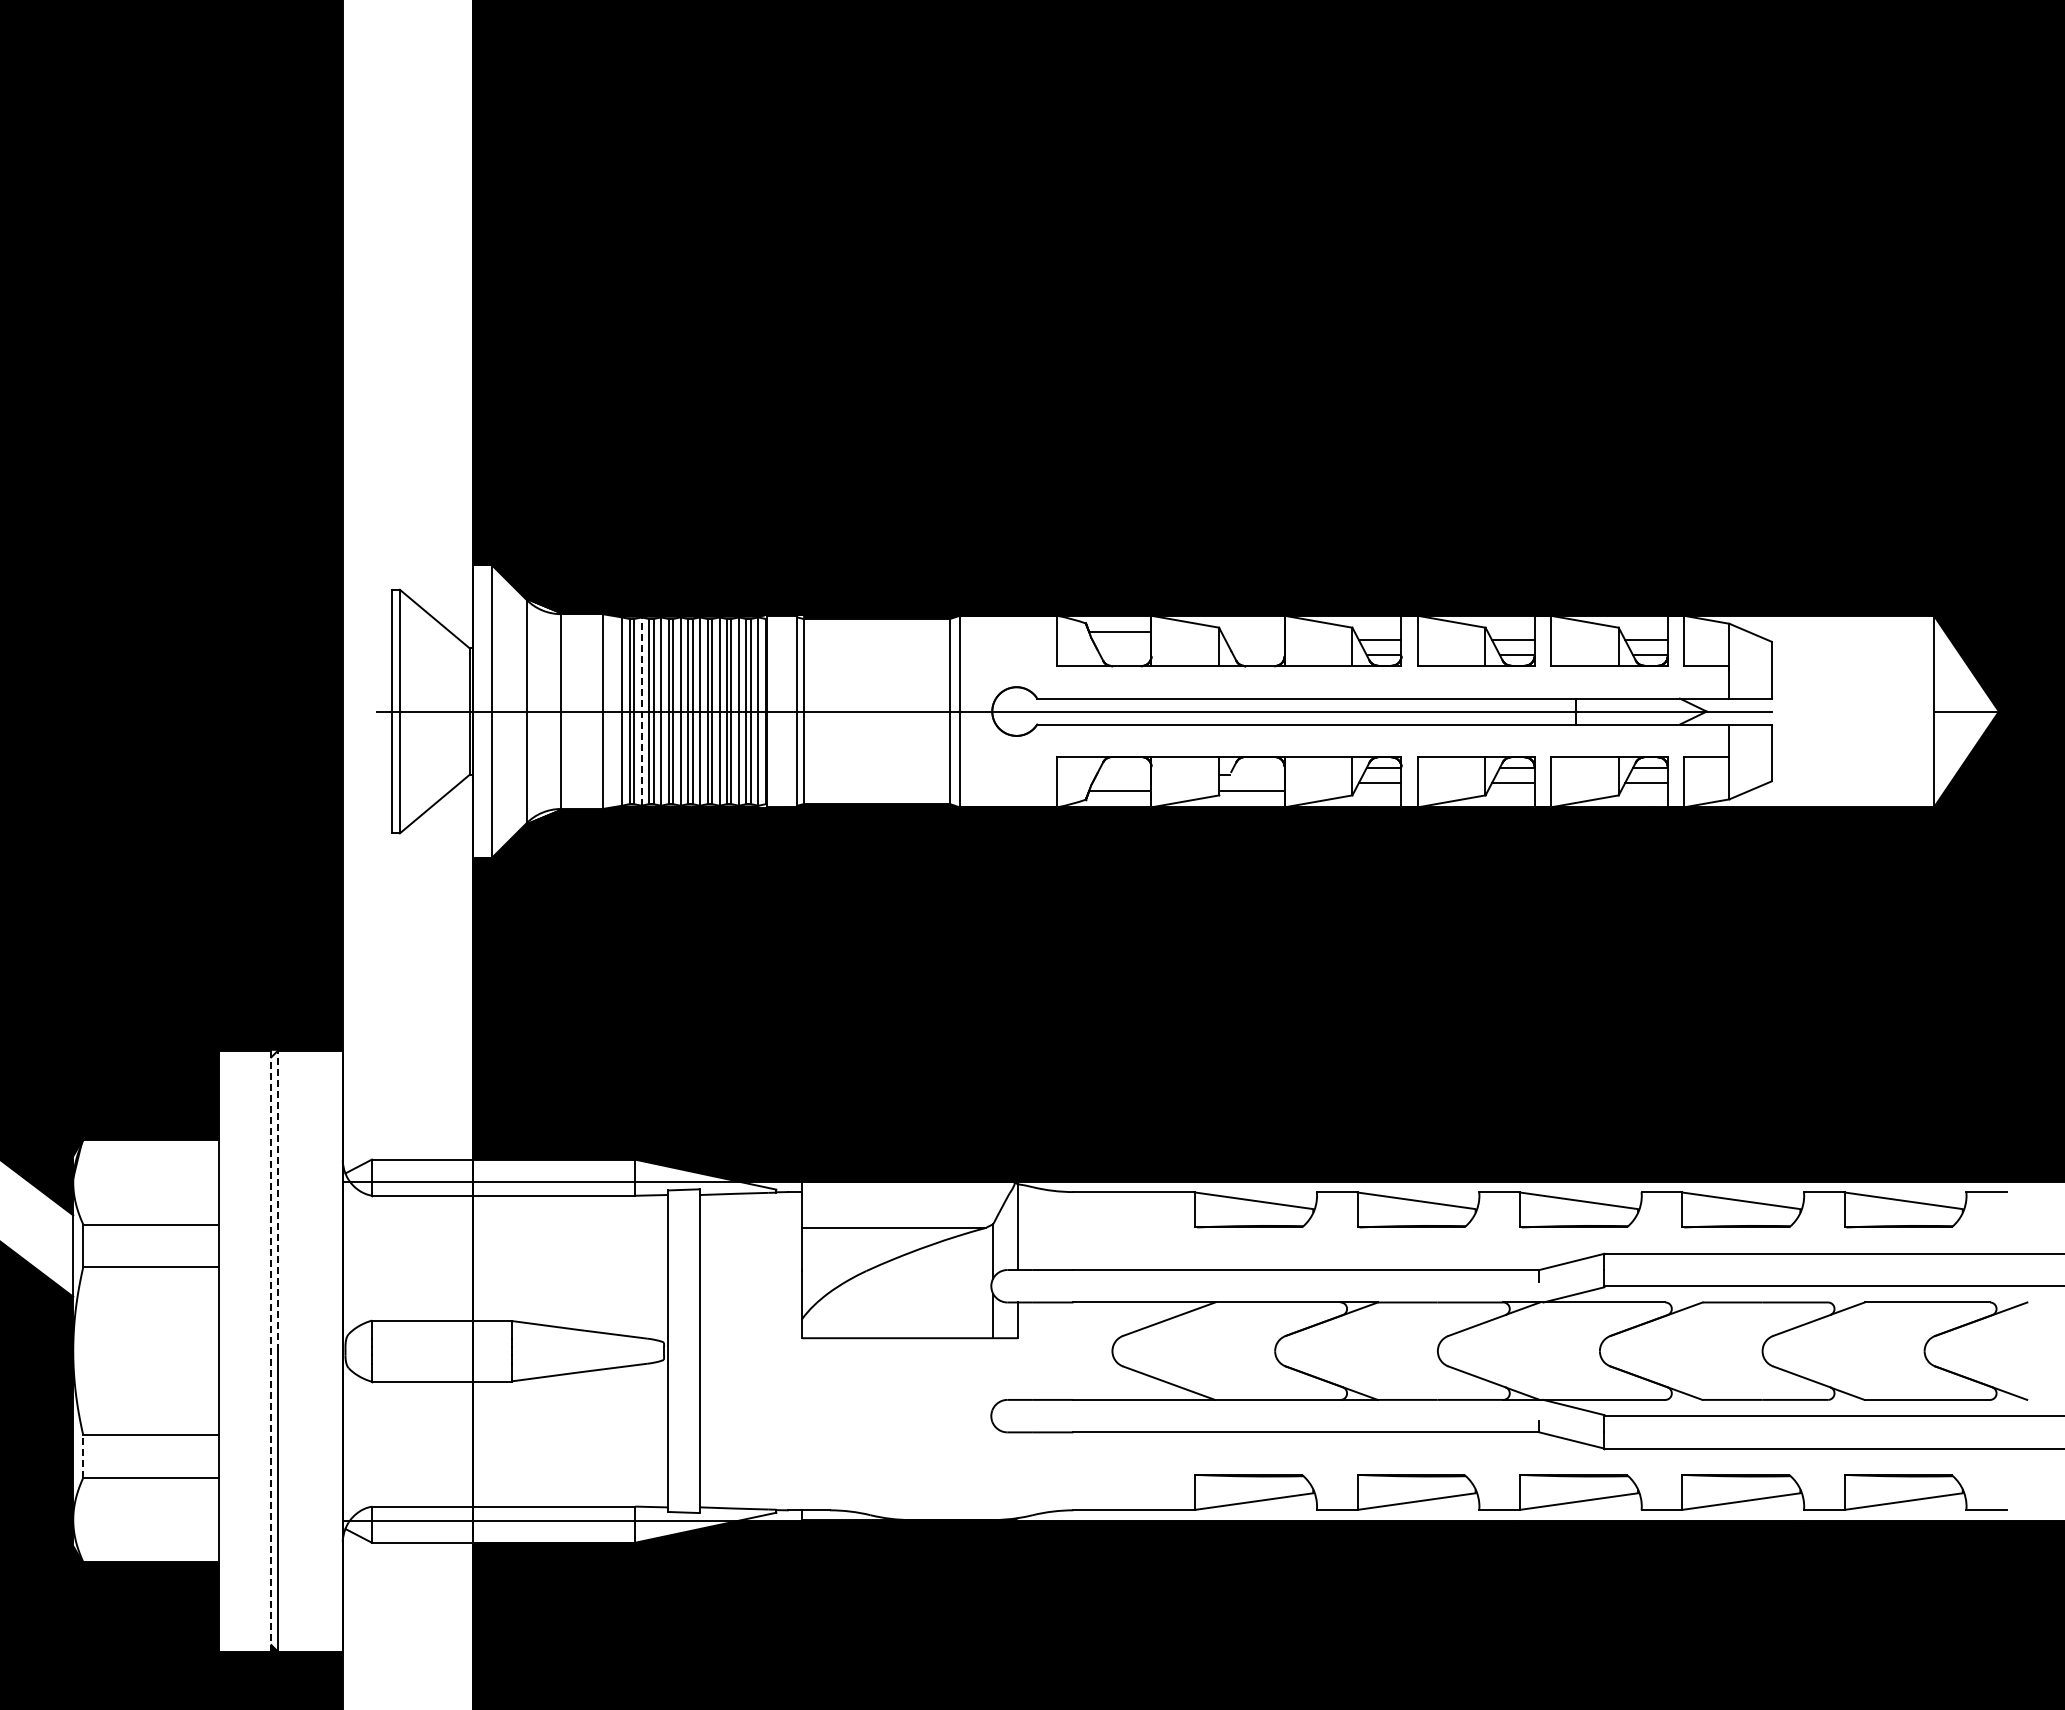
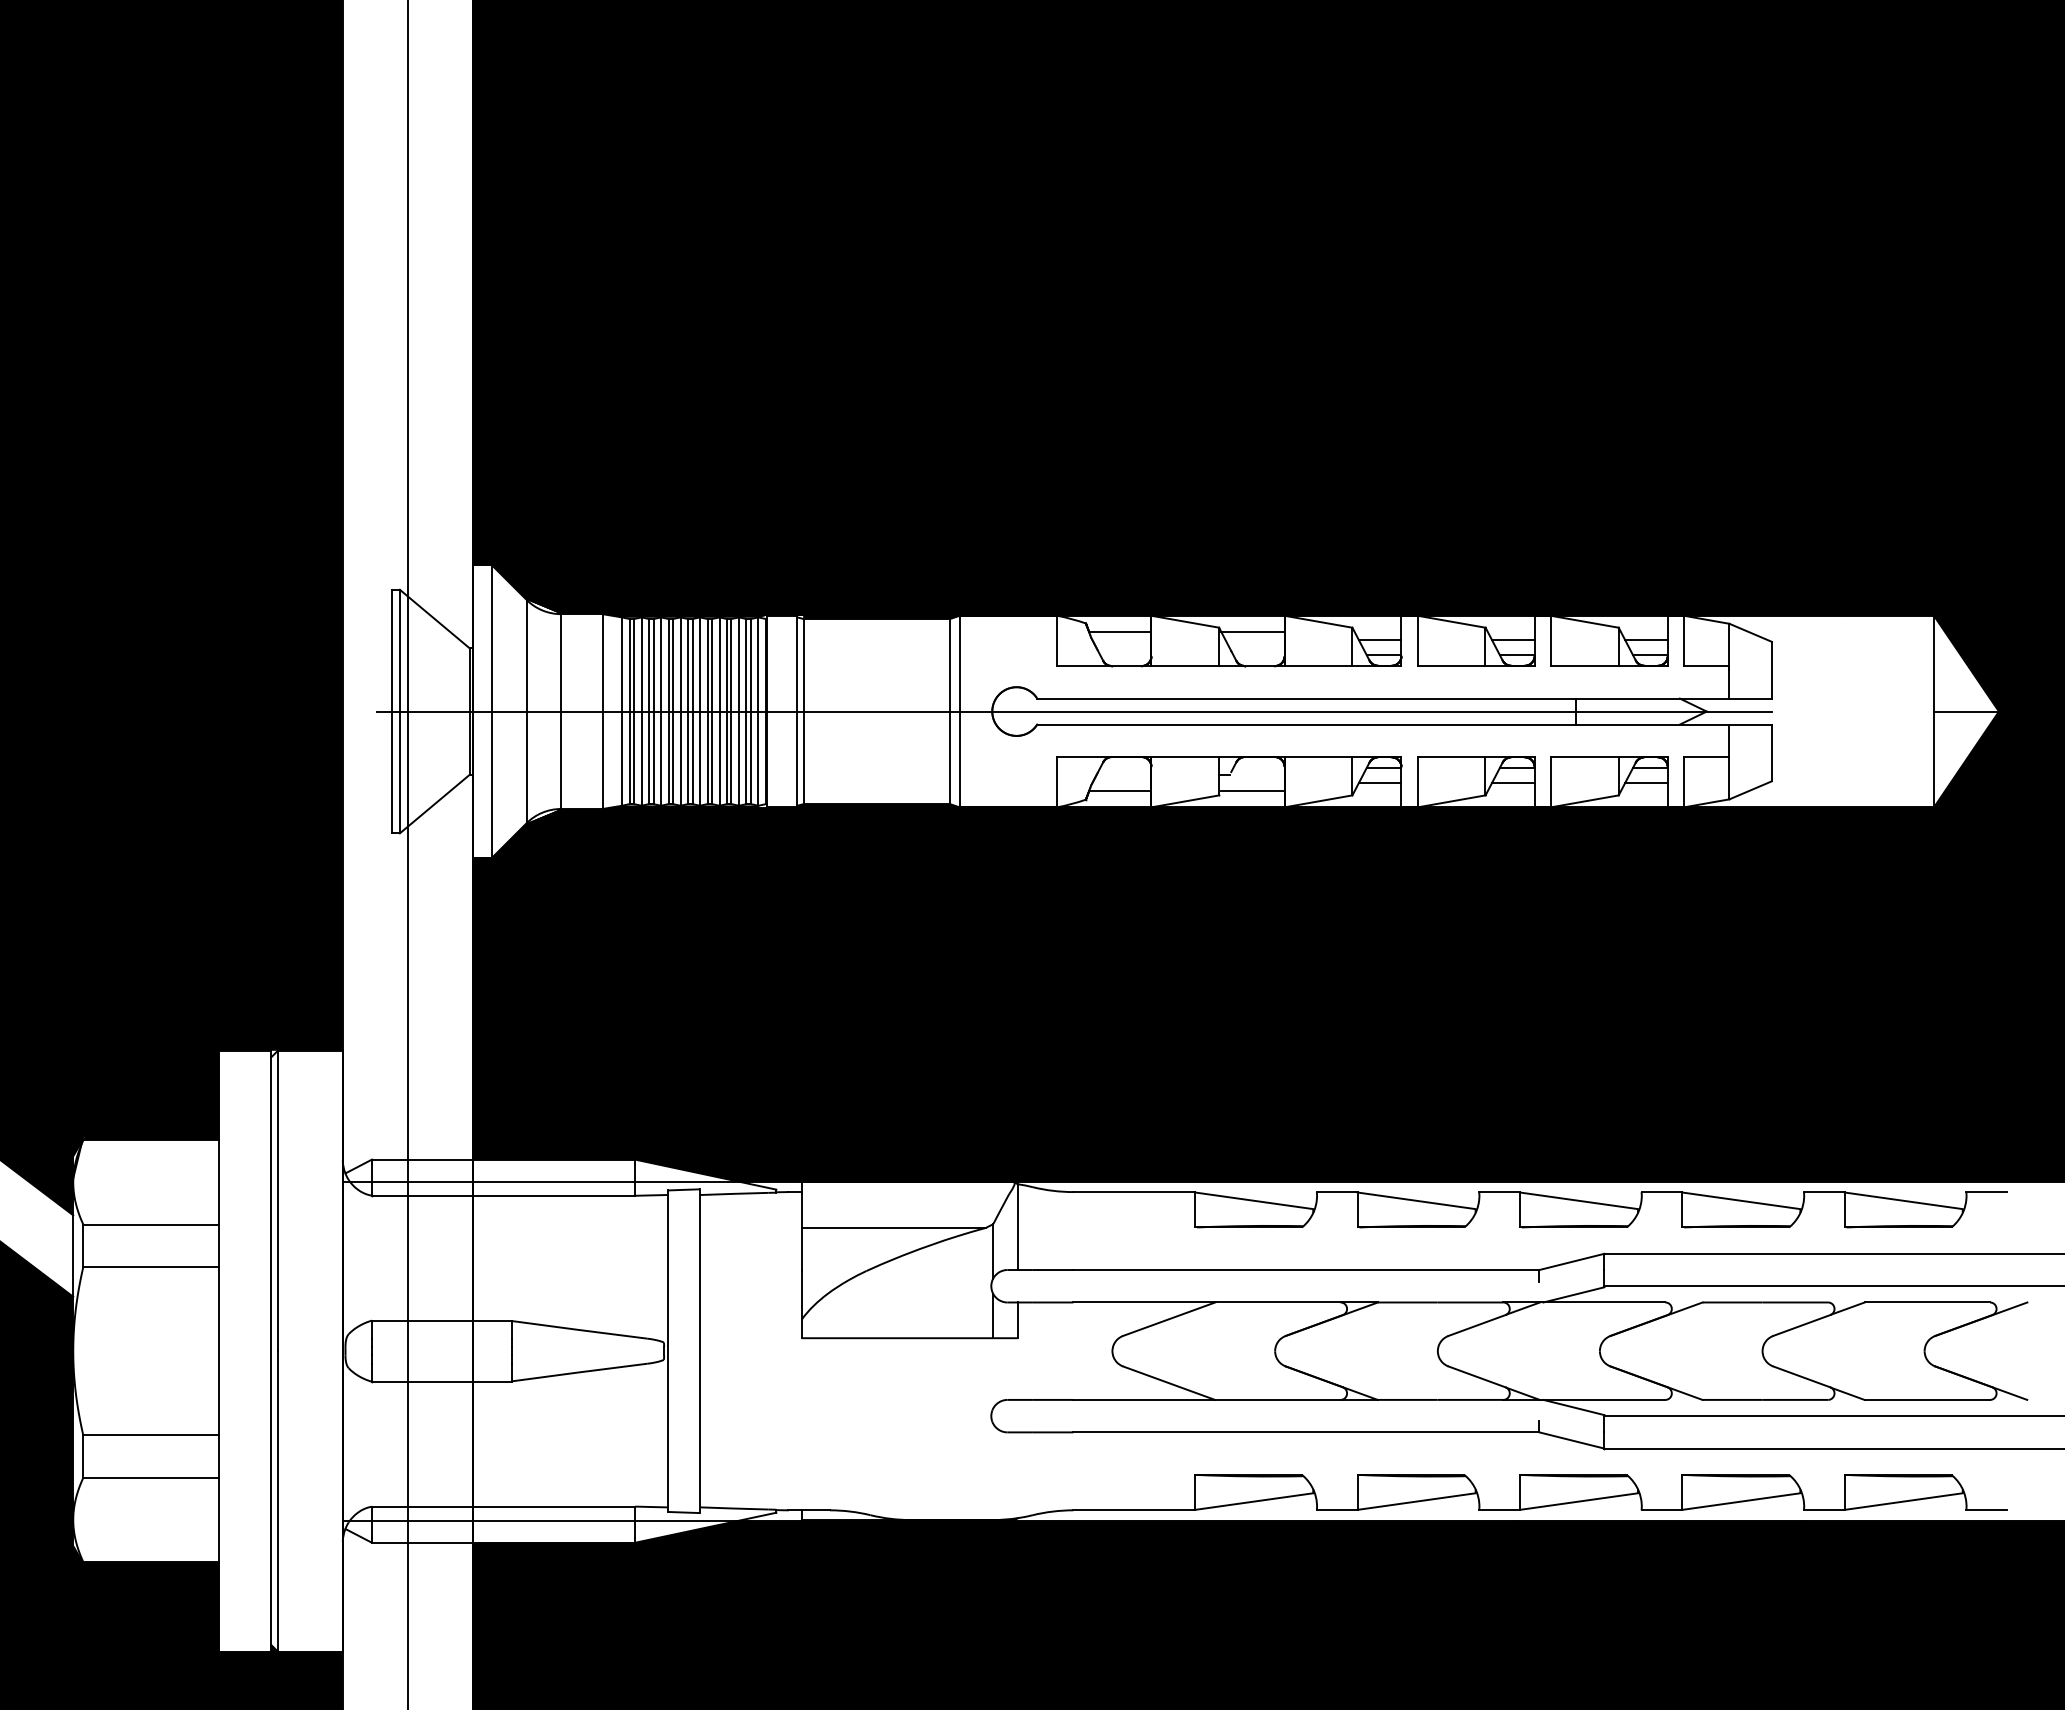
line at (1252, 631): none -> present
line at (641, 711): dashed -> solid
line at (407, 854): none -> present
line at (277, 1200): dashed -> solid
line at (271, 1351): dashed -> solid
line at (83, 1456): dashed -> solid
